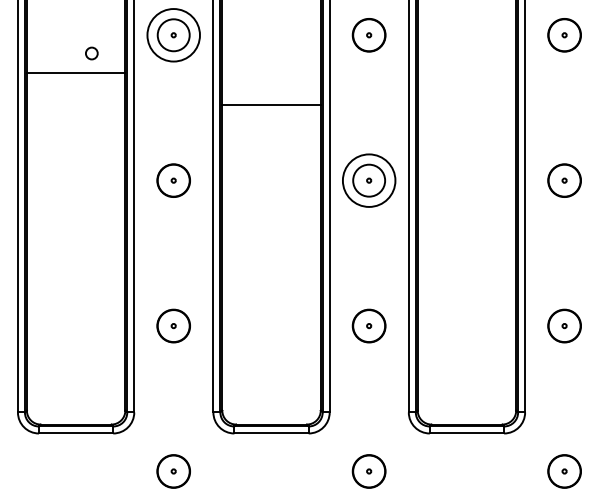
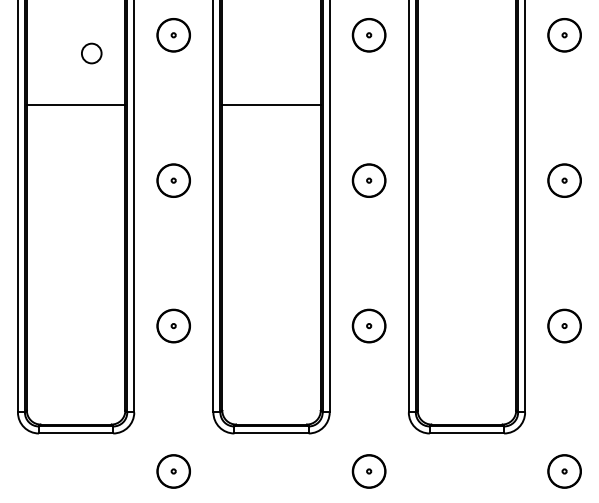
circle at (173, 35) diameter: 53 px -> 33 px
circle at (91, 53) size: 14x15 px -> 22x23 px
line at (75, 72) position: (75, 72) -> (75, 104)
circle at (368, 180) diameter: 53 px -> 33 px
